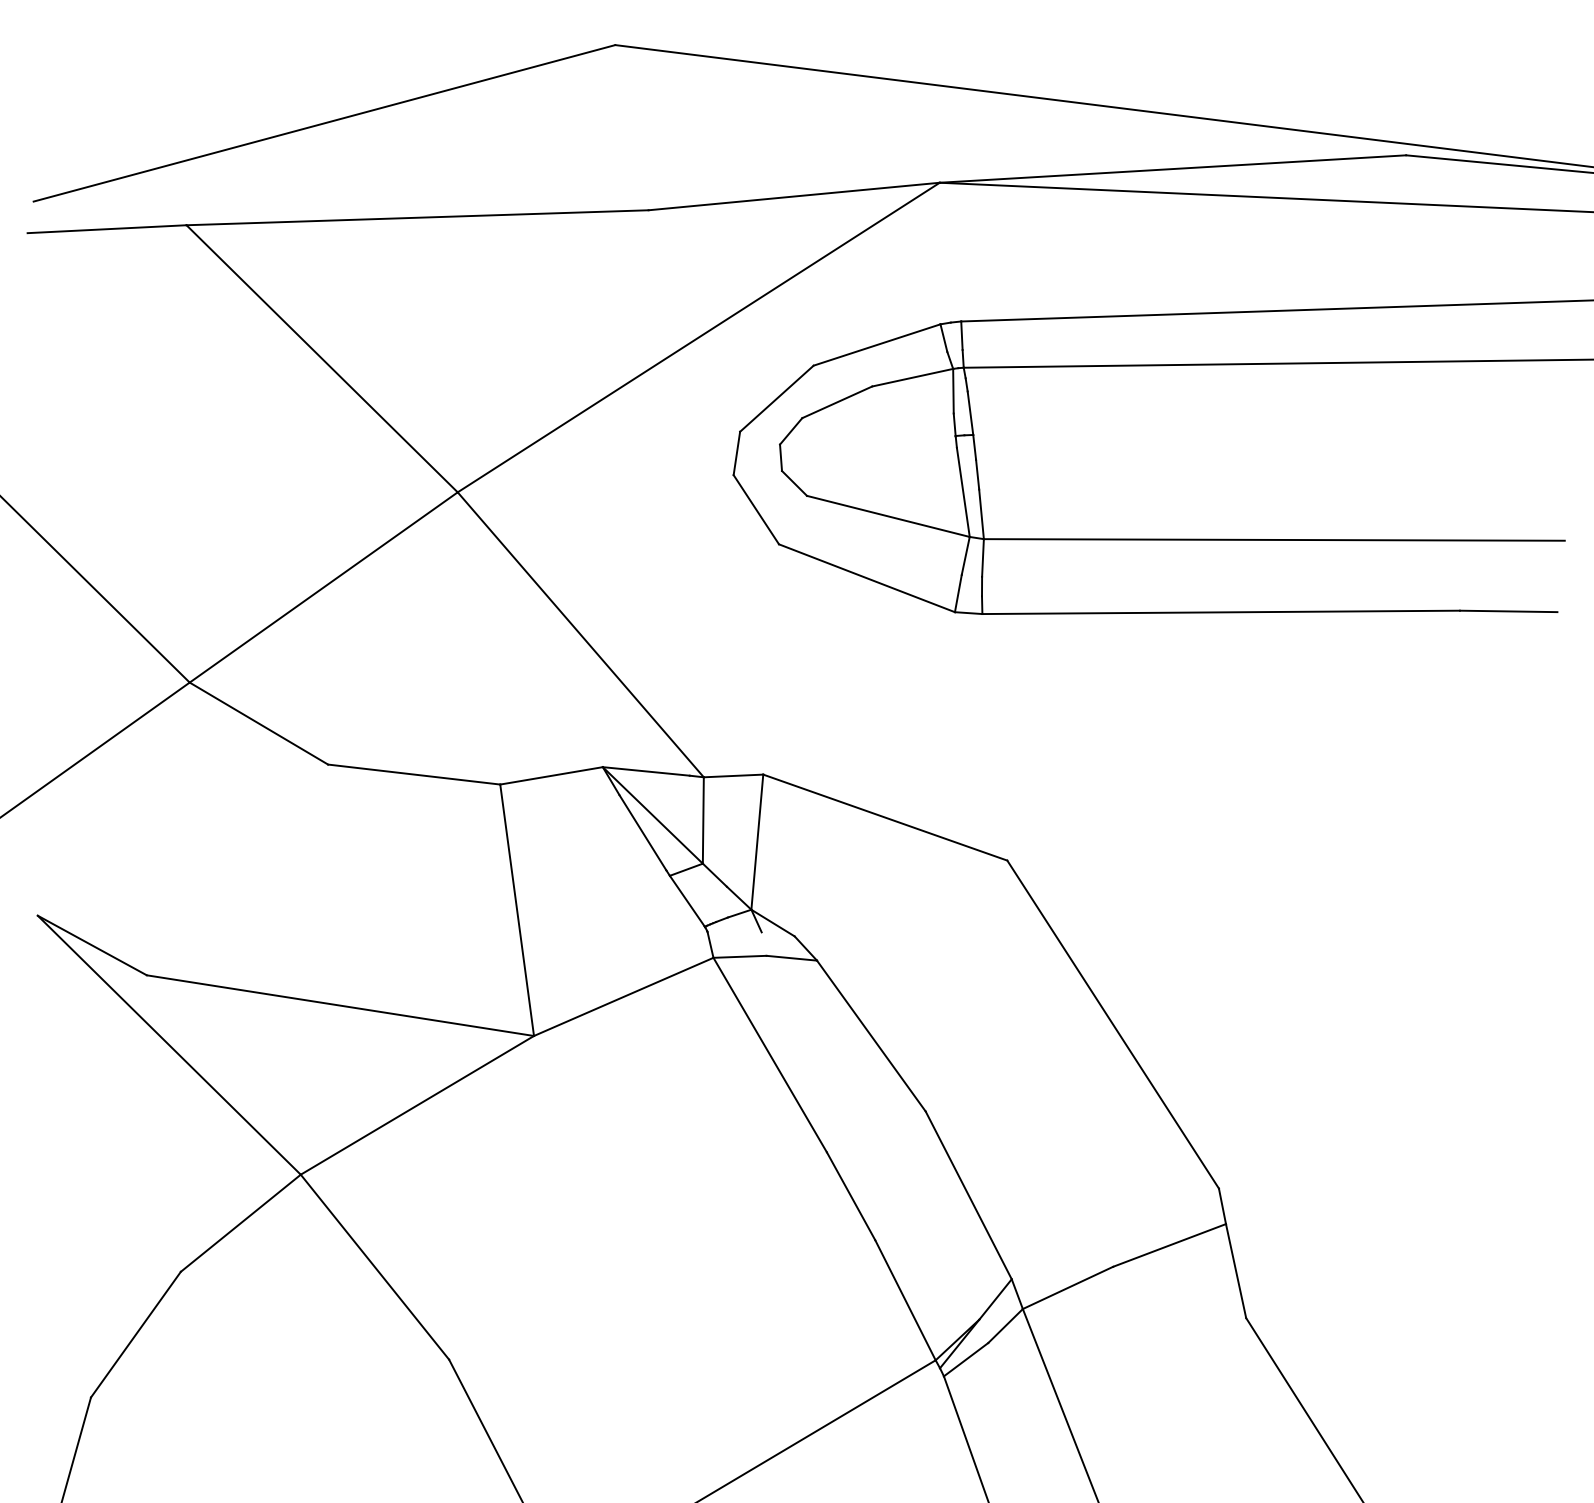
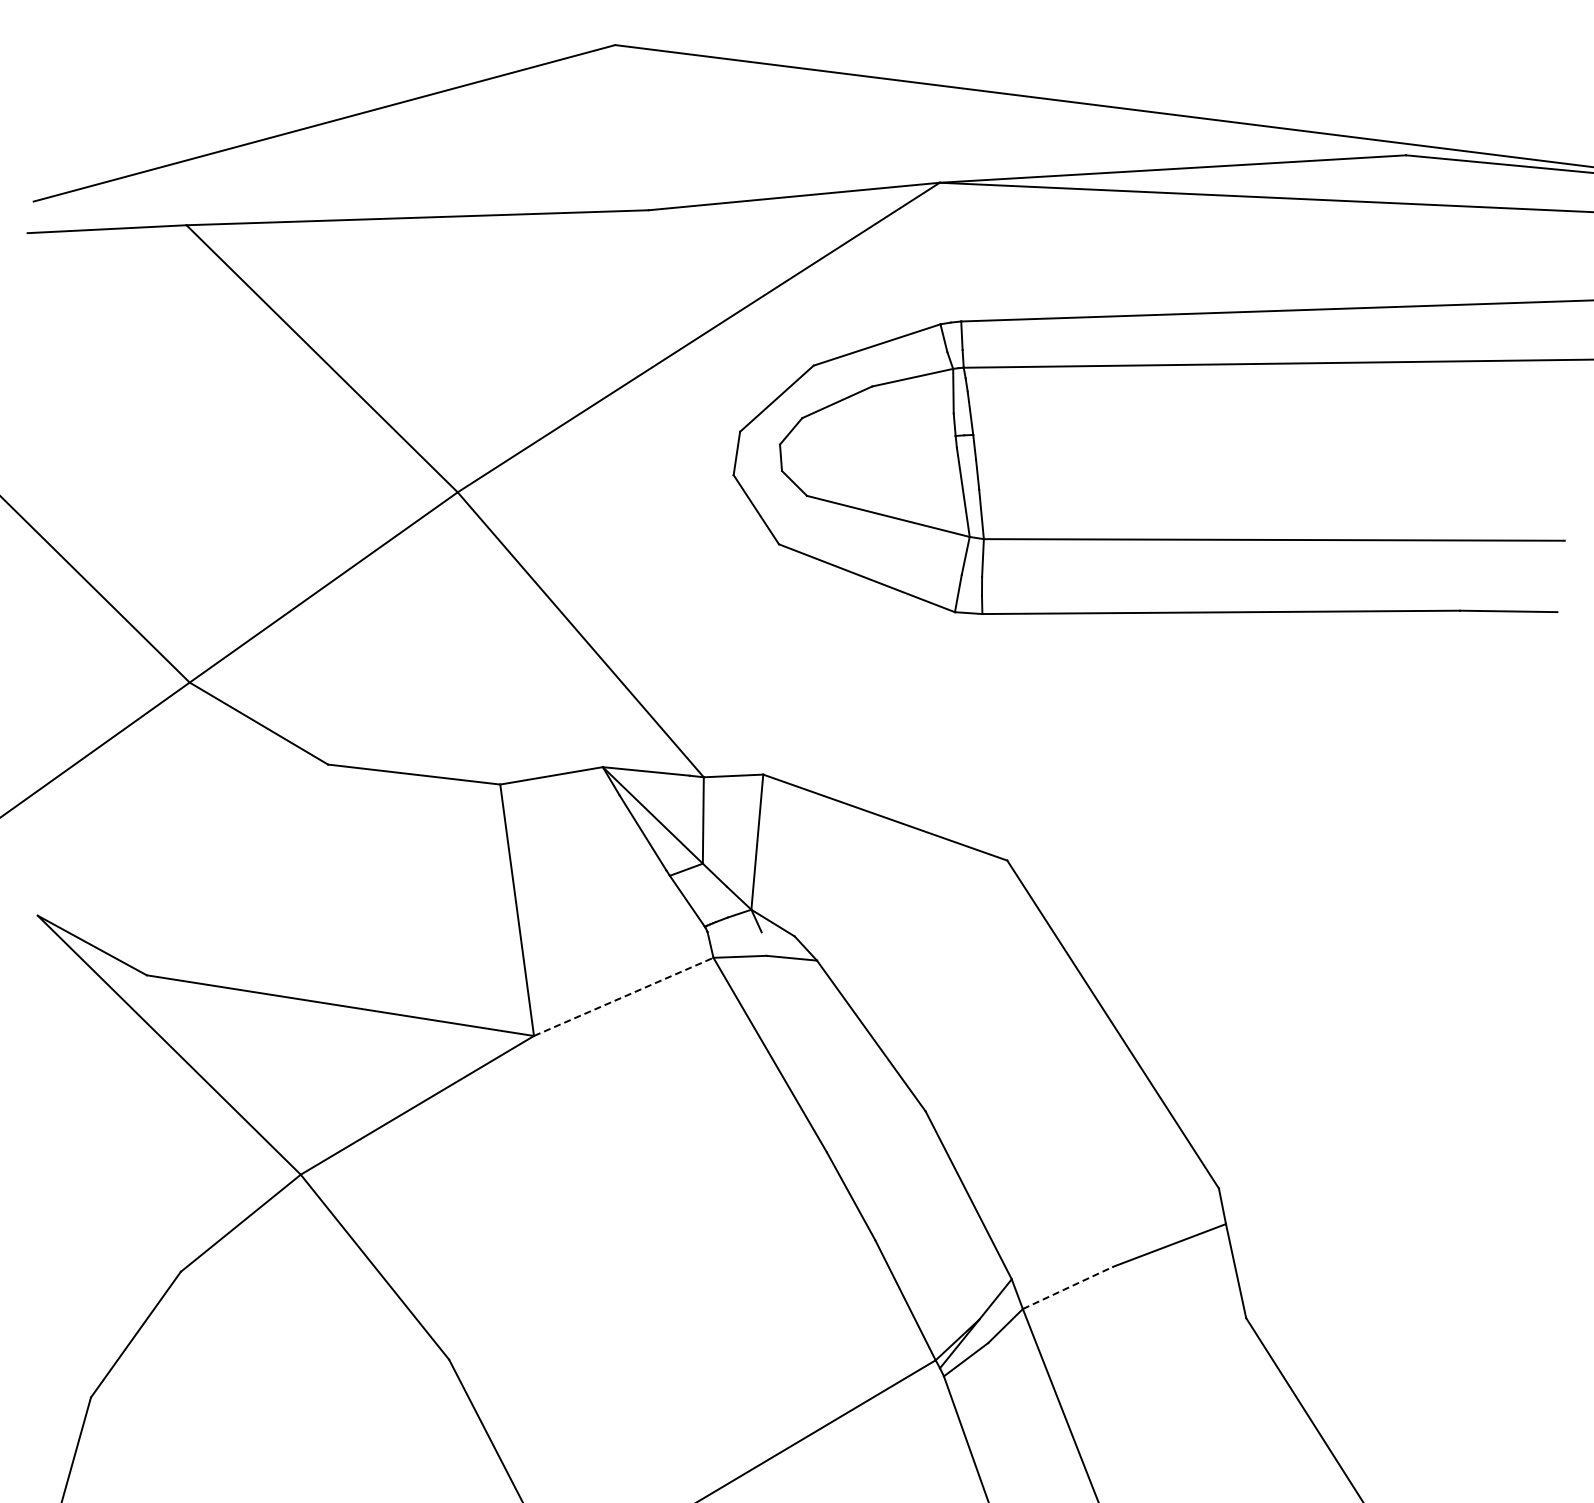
line at (623, 996): solid -> dashed
line at (1068, 1287): solid -> dashed
